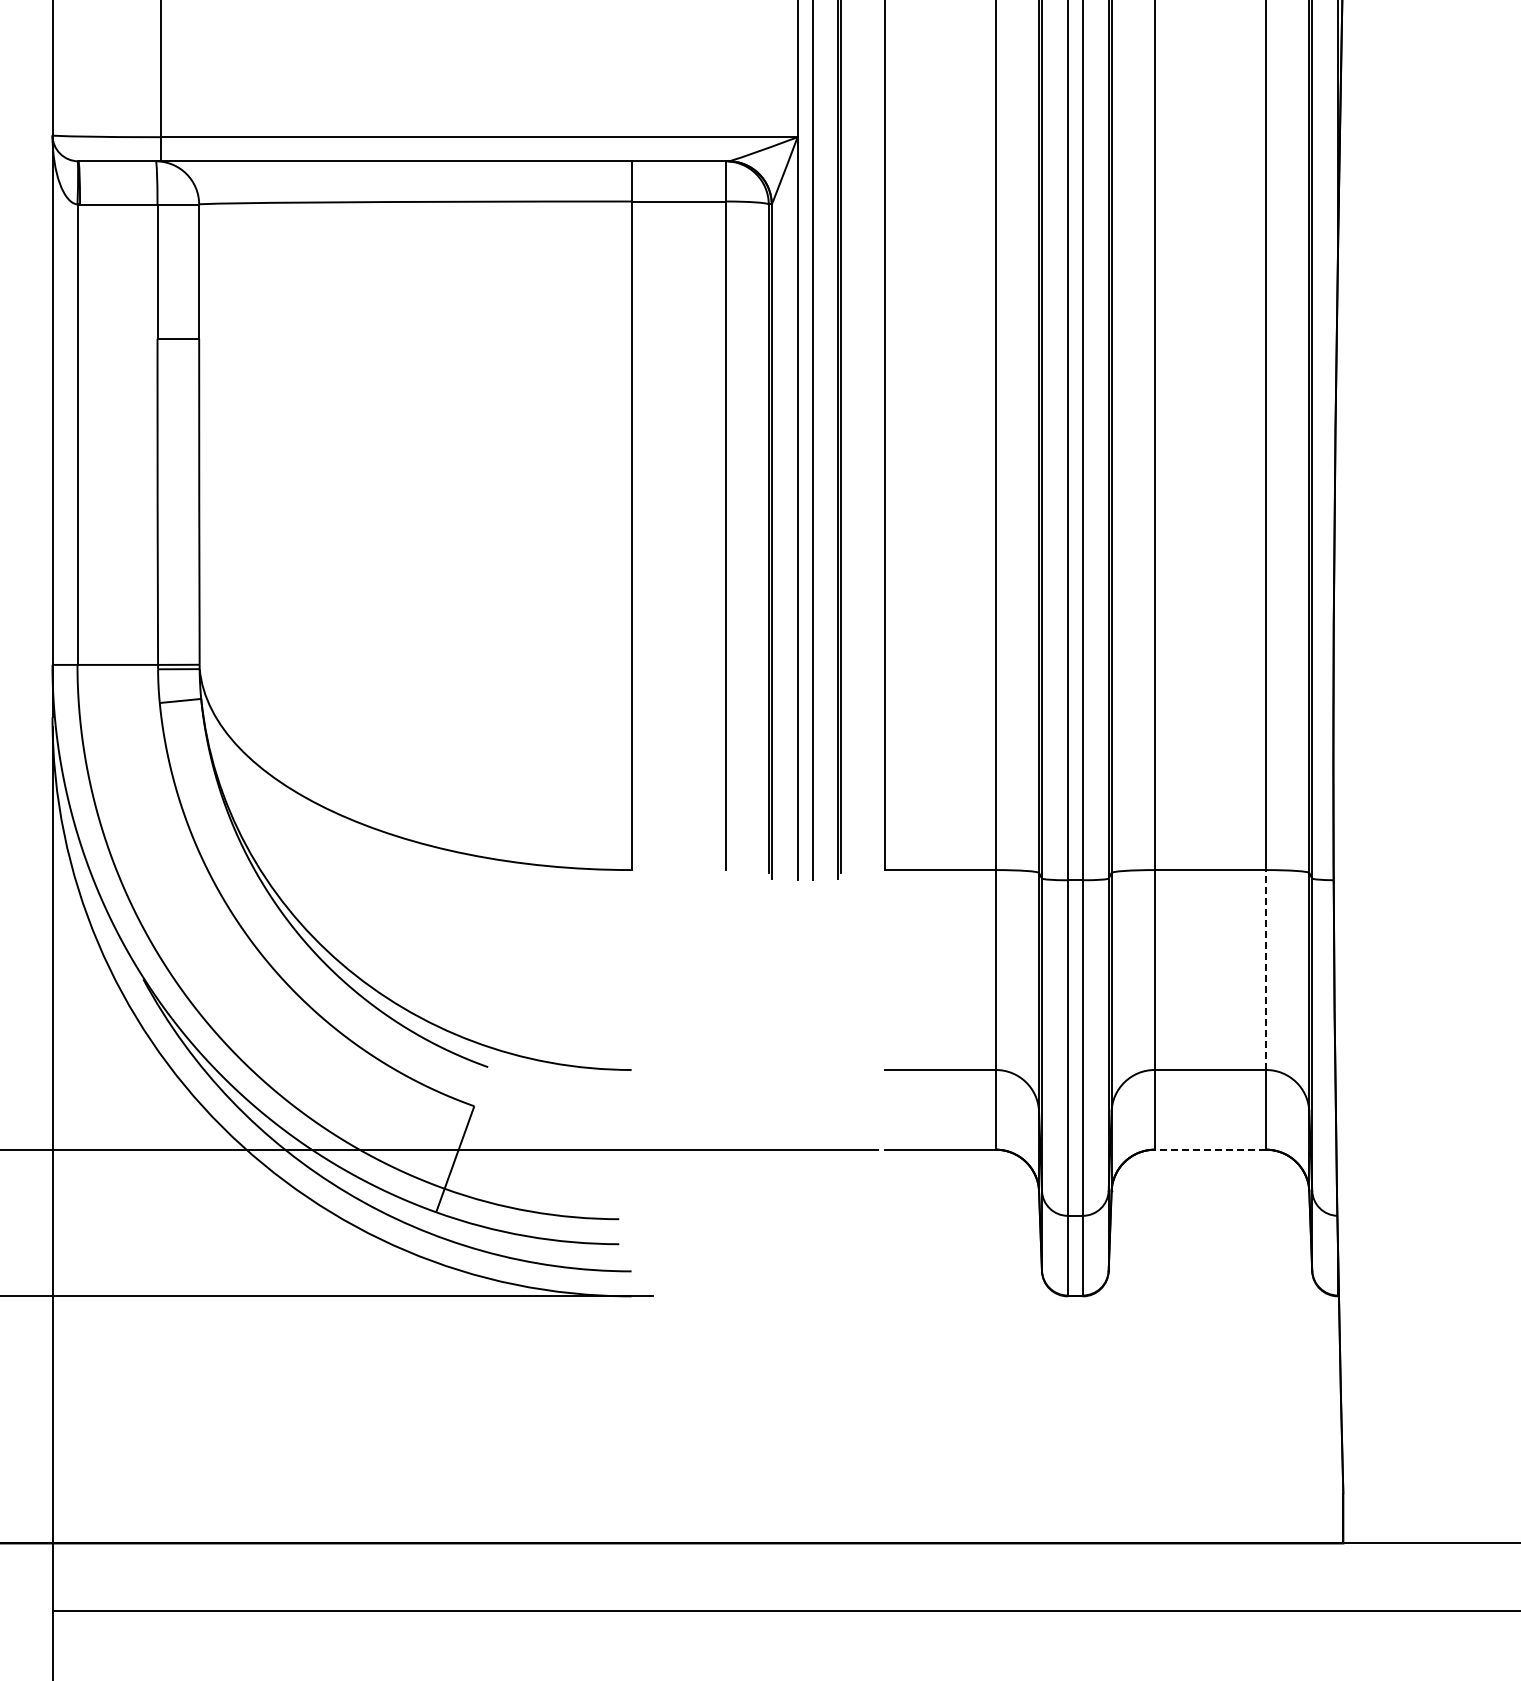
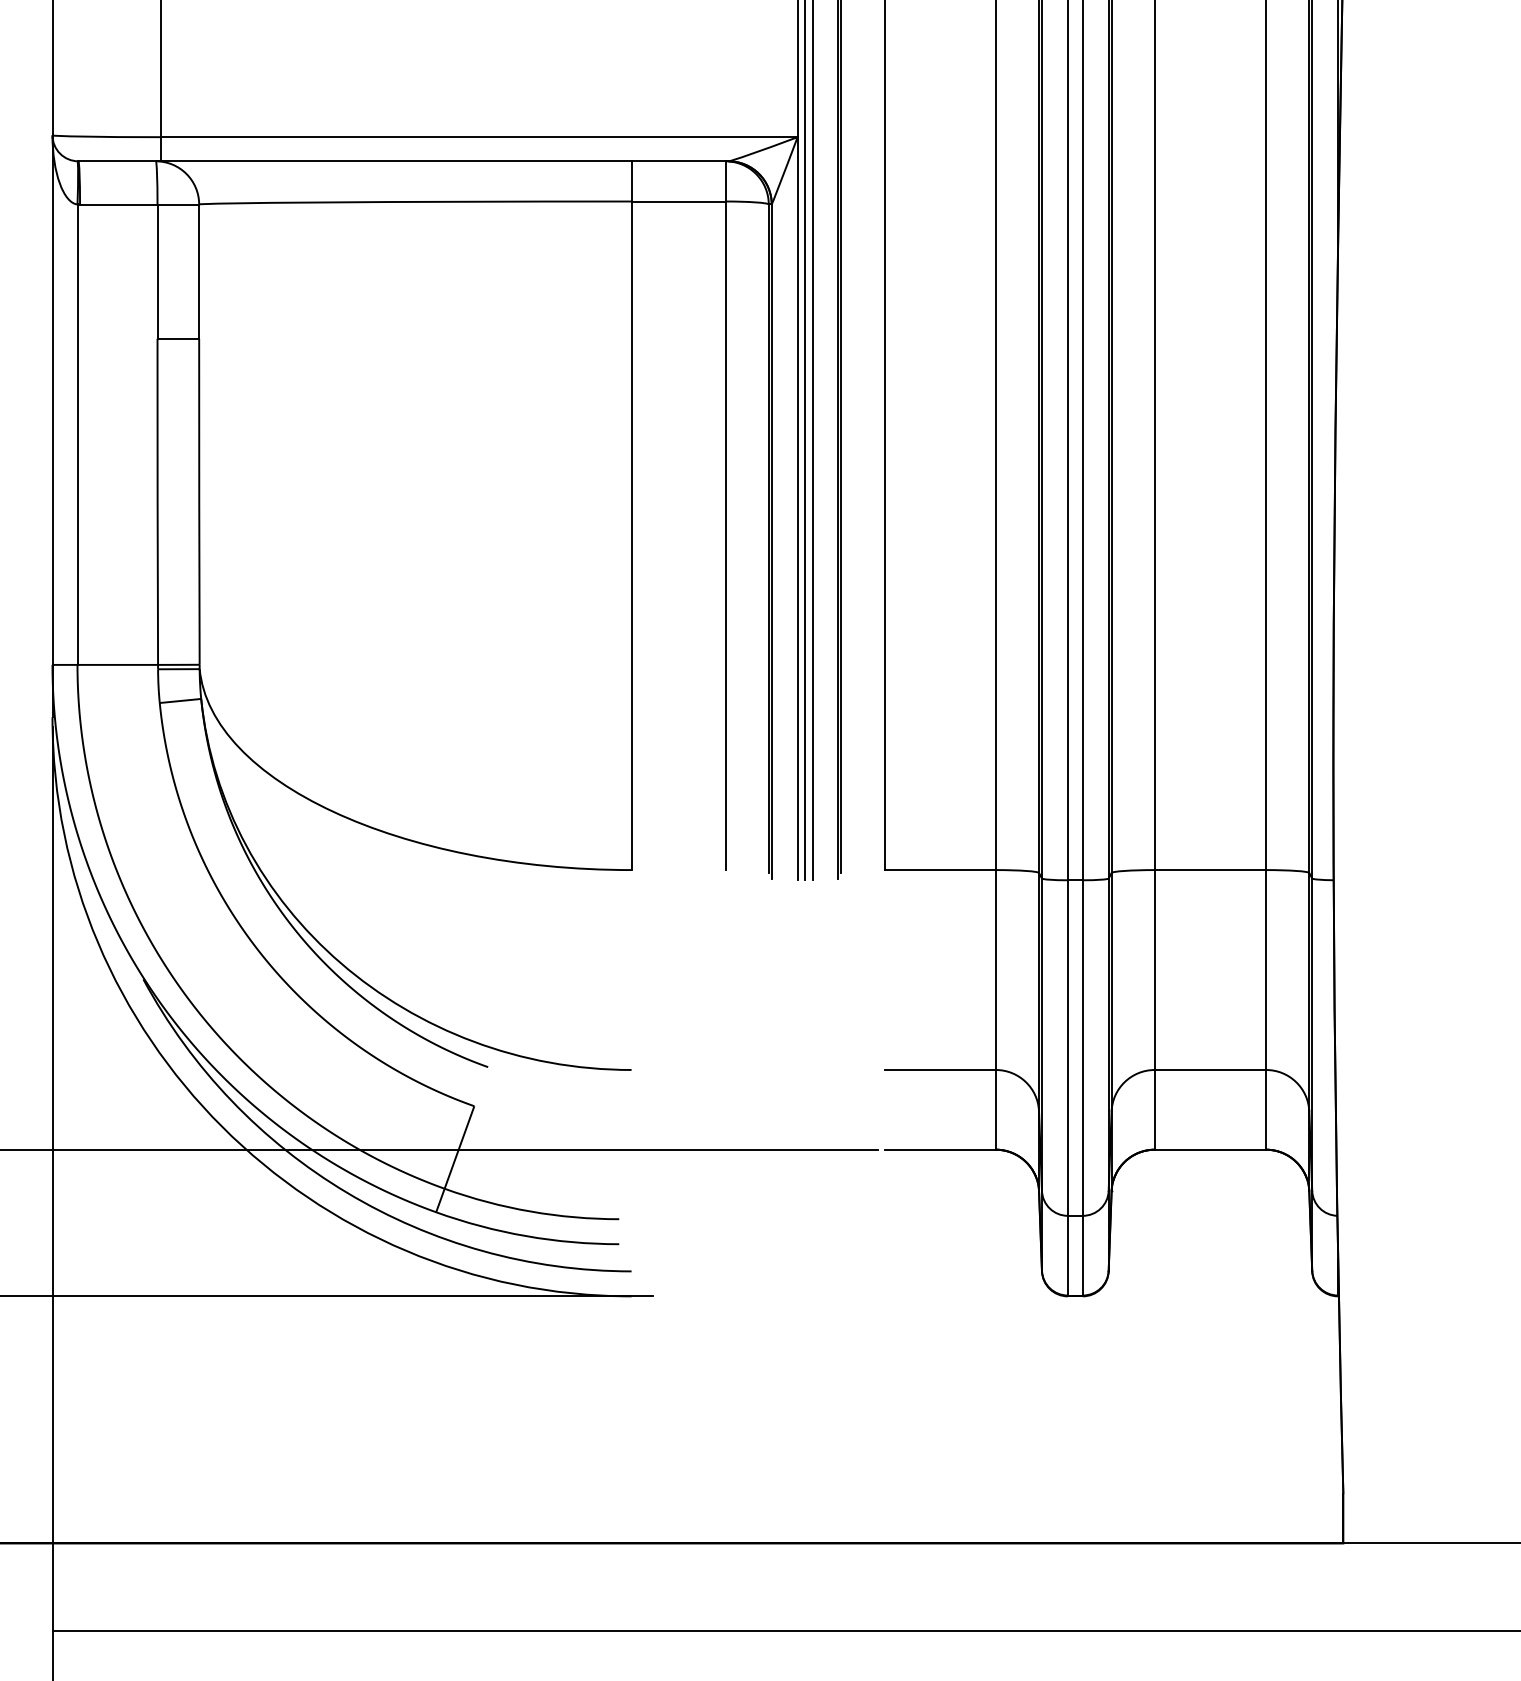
line at (805, 441): none -> present
line at (1266, 970): dashed -> solid
line at (1210, 1149): dashed -> solid
line at (784, 1610) position: (784, 1610) -> (784, 1630)
